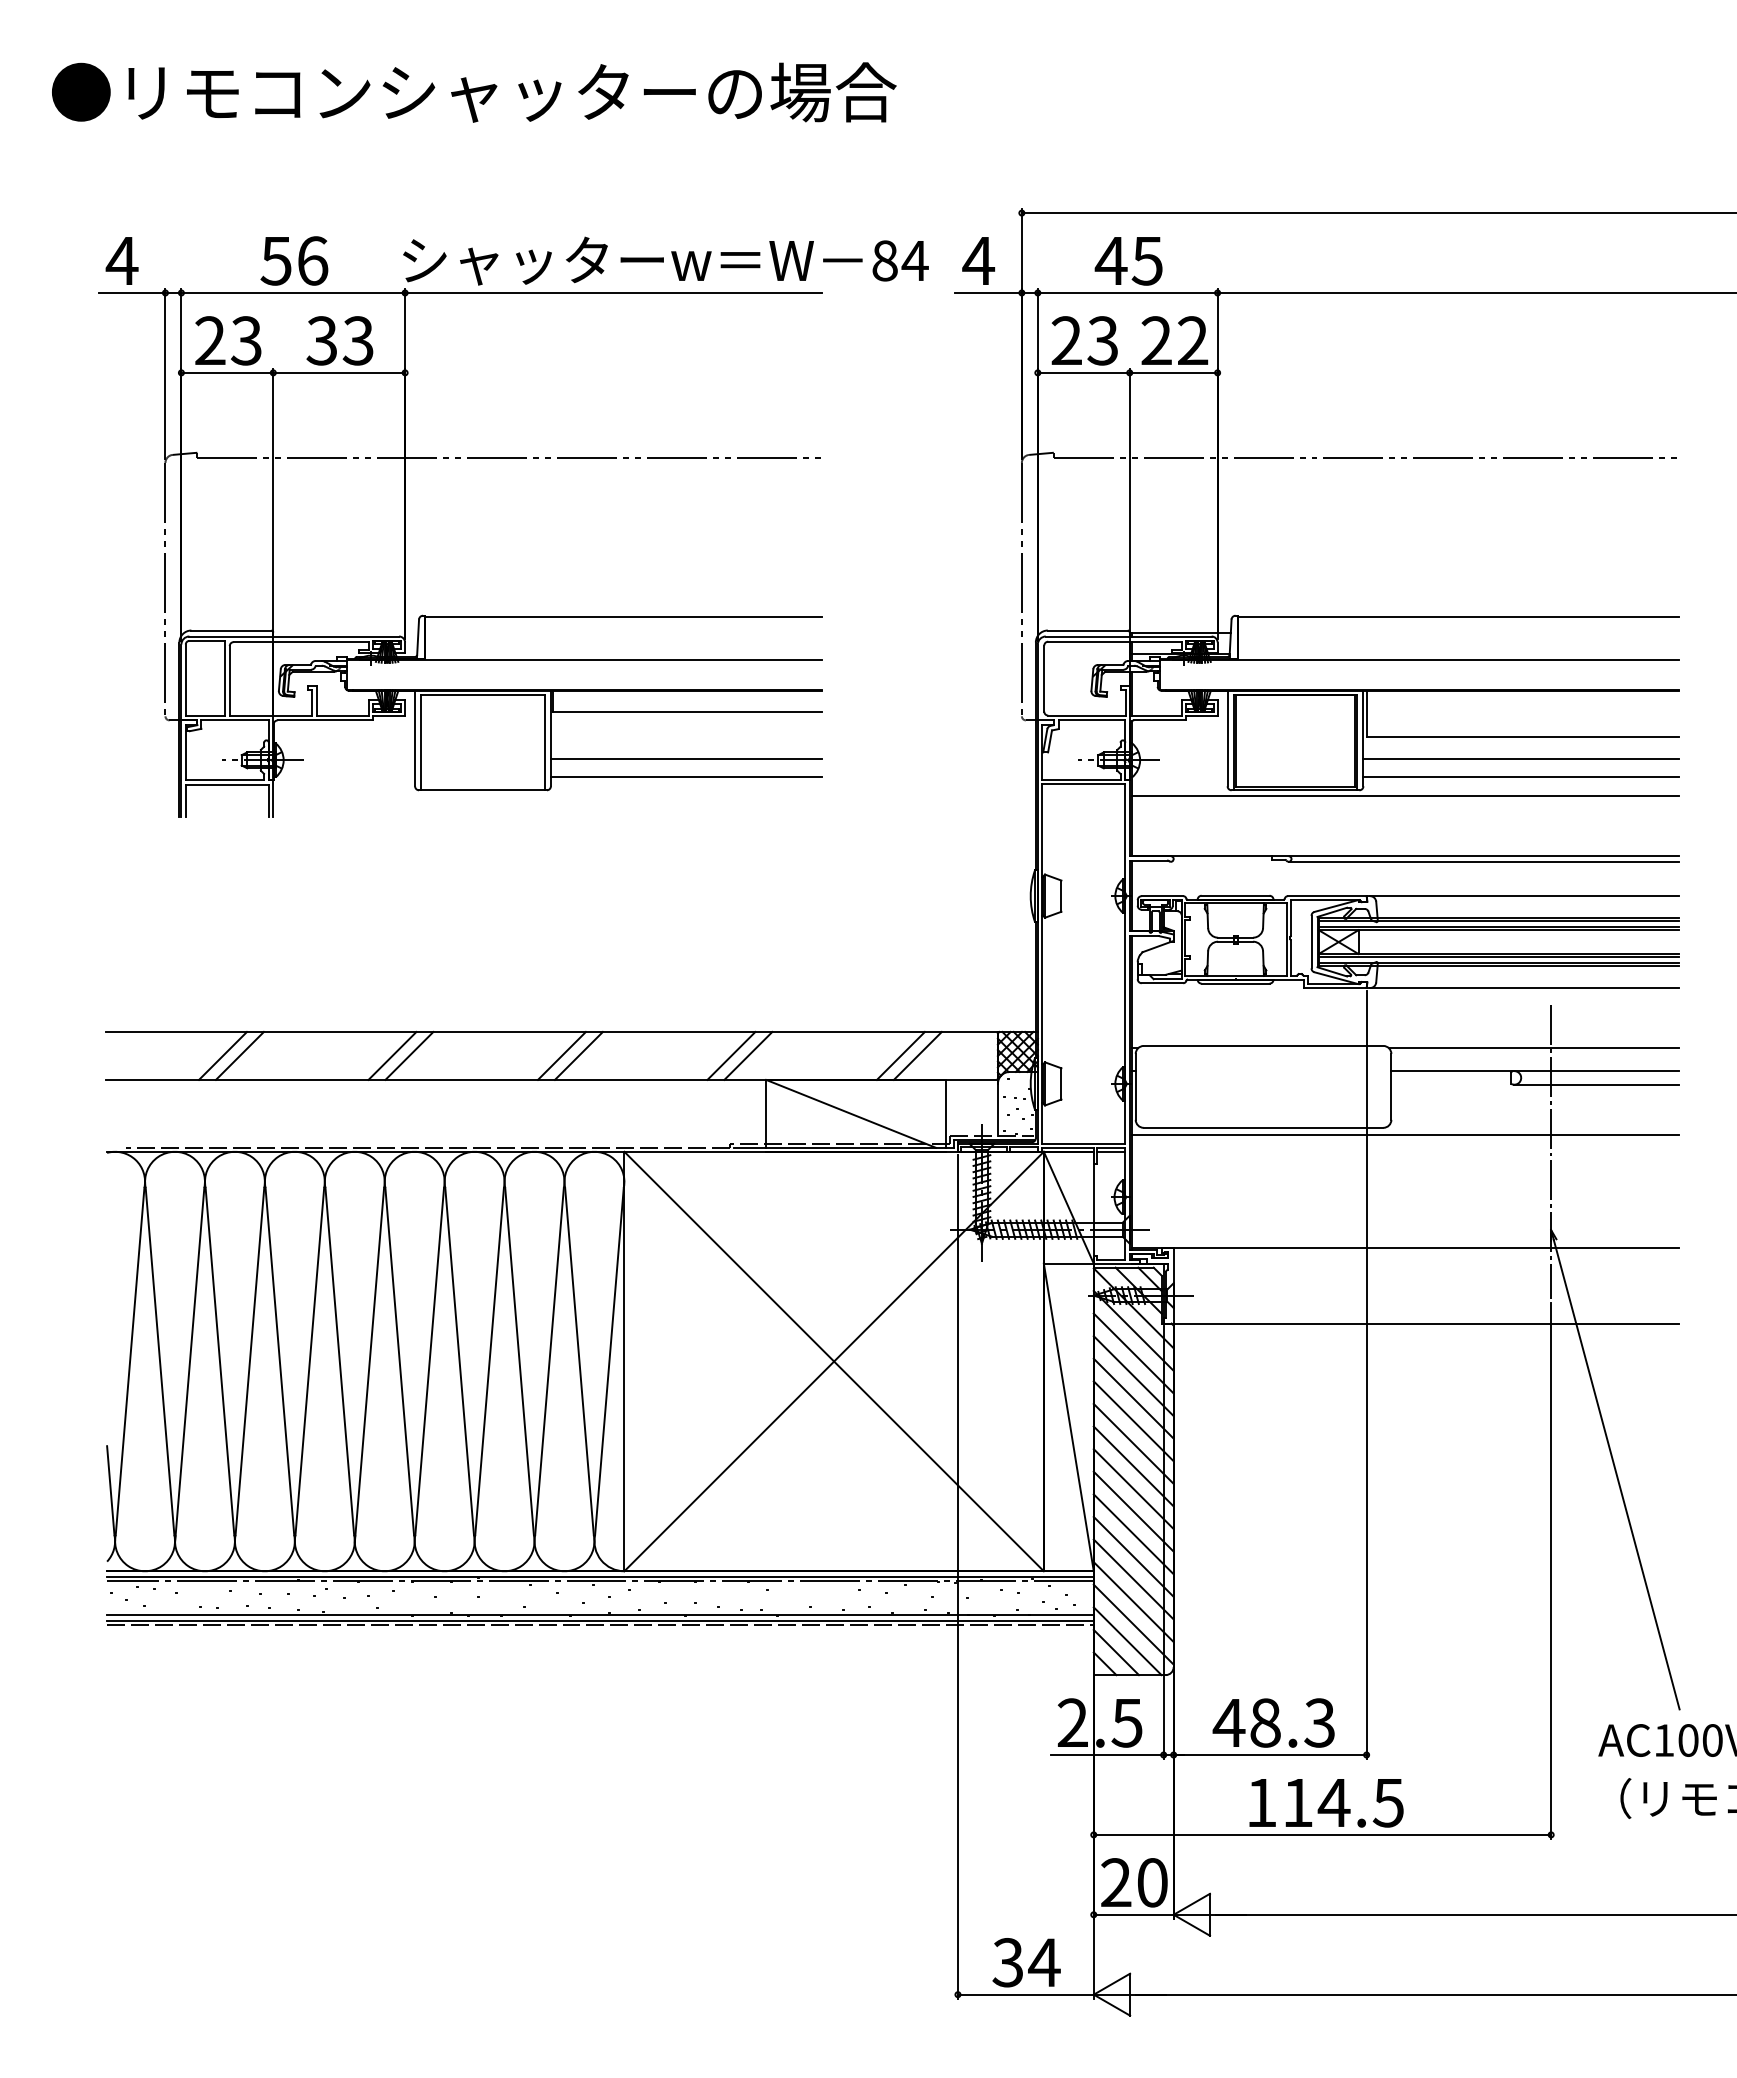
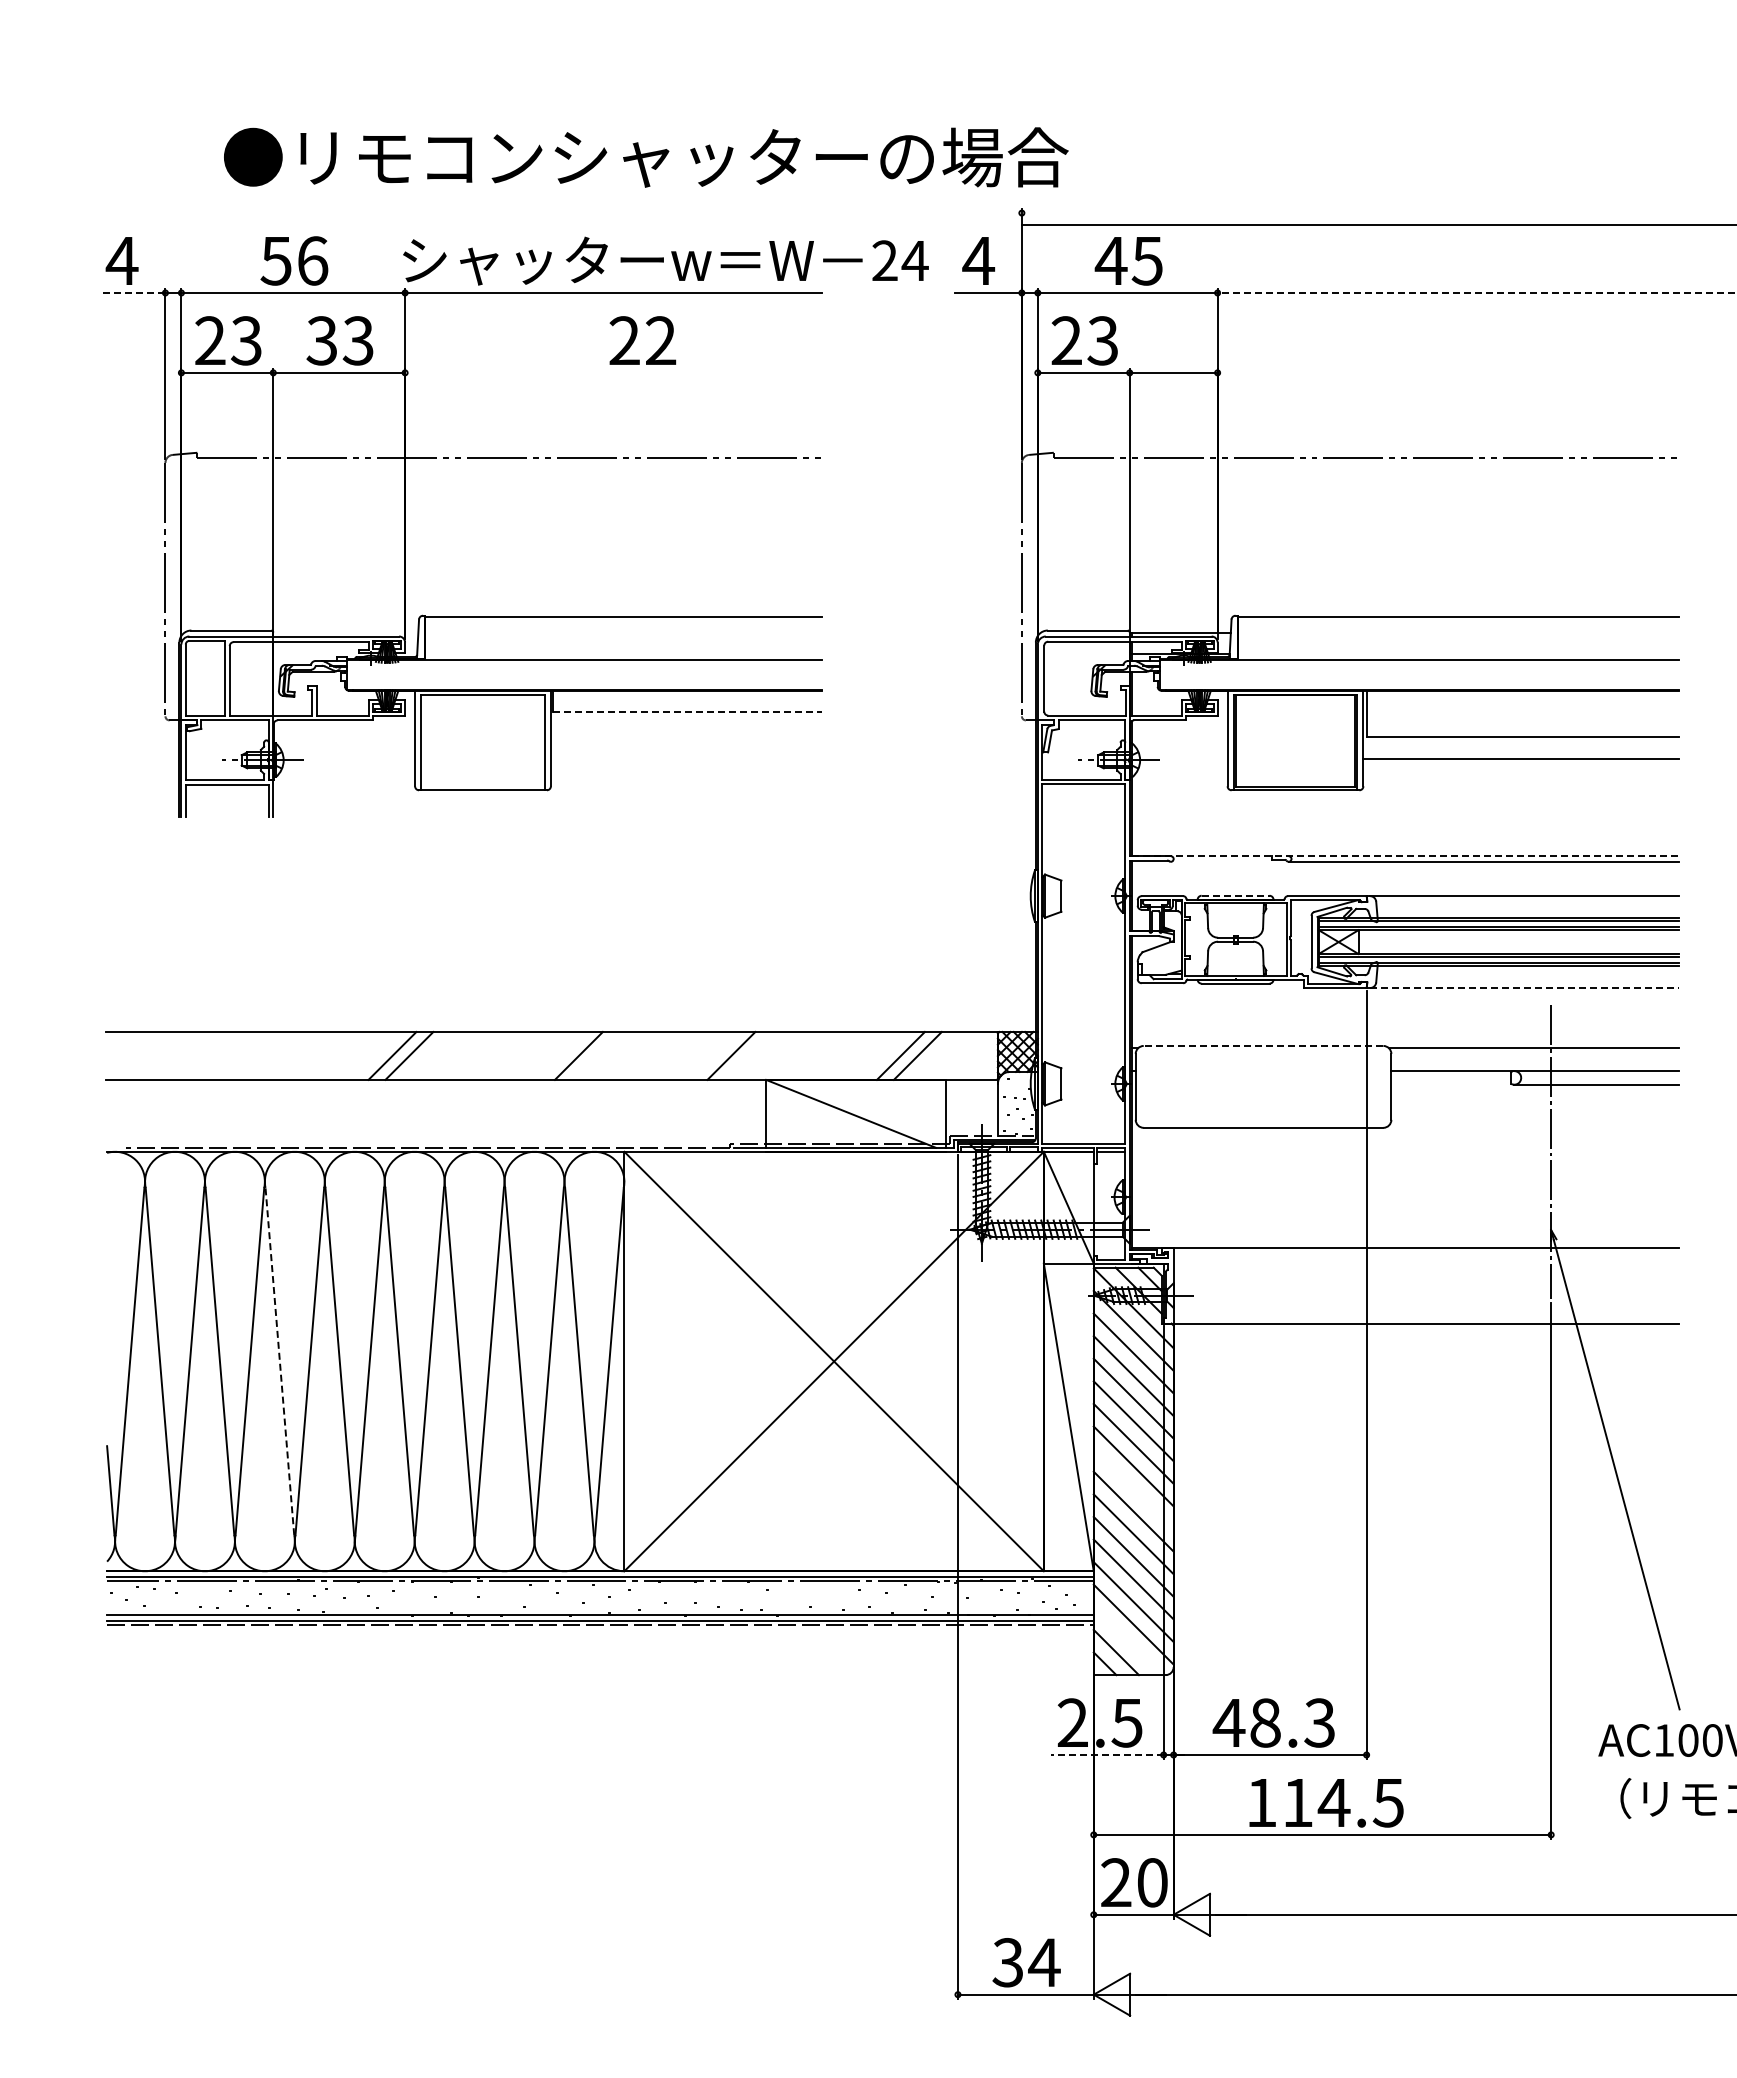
text at (474, 92) position: (474, 92) -> (646, 157)
line at (1377, 213) position: (1377, 213) -> (1377, 225)
text at (884, 260): 84 -> 24
line at (131, 292): solid -> dashed
line at (1476, 292): solid -> dashed
text at (1174, 340) position: (1174, 340) -> (642, 340)
line at (687, 711): solid -> dashed
line at (686, 758): present -> none
line at (686, 776): present -> none
line at (1520, 776): present -> none
line at (1404, 796): present -> none
line at (1405, 856): solid -> dashed
line at (1235, 895): solid -> dashed
line at (1524, 988): solid -> dashed
line at (1263, 1045): solid -> dashed
line at (222, 1055): present -> none
line at (239, 1055): present -> none
line at (561, 1055): present -> none
line at (748, 1055): present -> none
line at (1404, 1135): present -> none
line at (279, 1361): solid -> dashed
line at (1133, 1489): present -> none
line at (1127, 1641): present -> none
line at (1107, 1755): solid -> dashed
